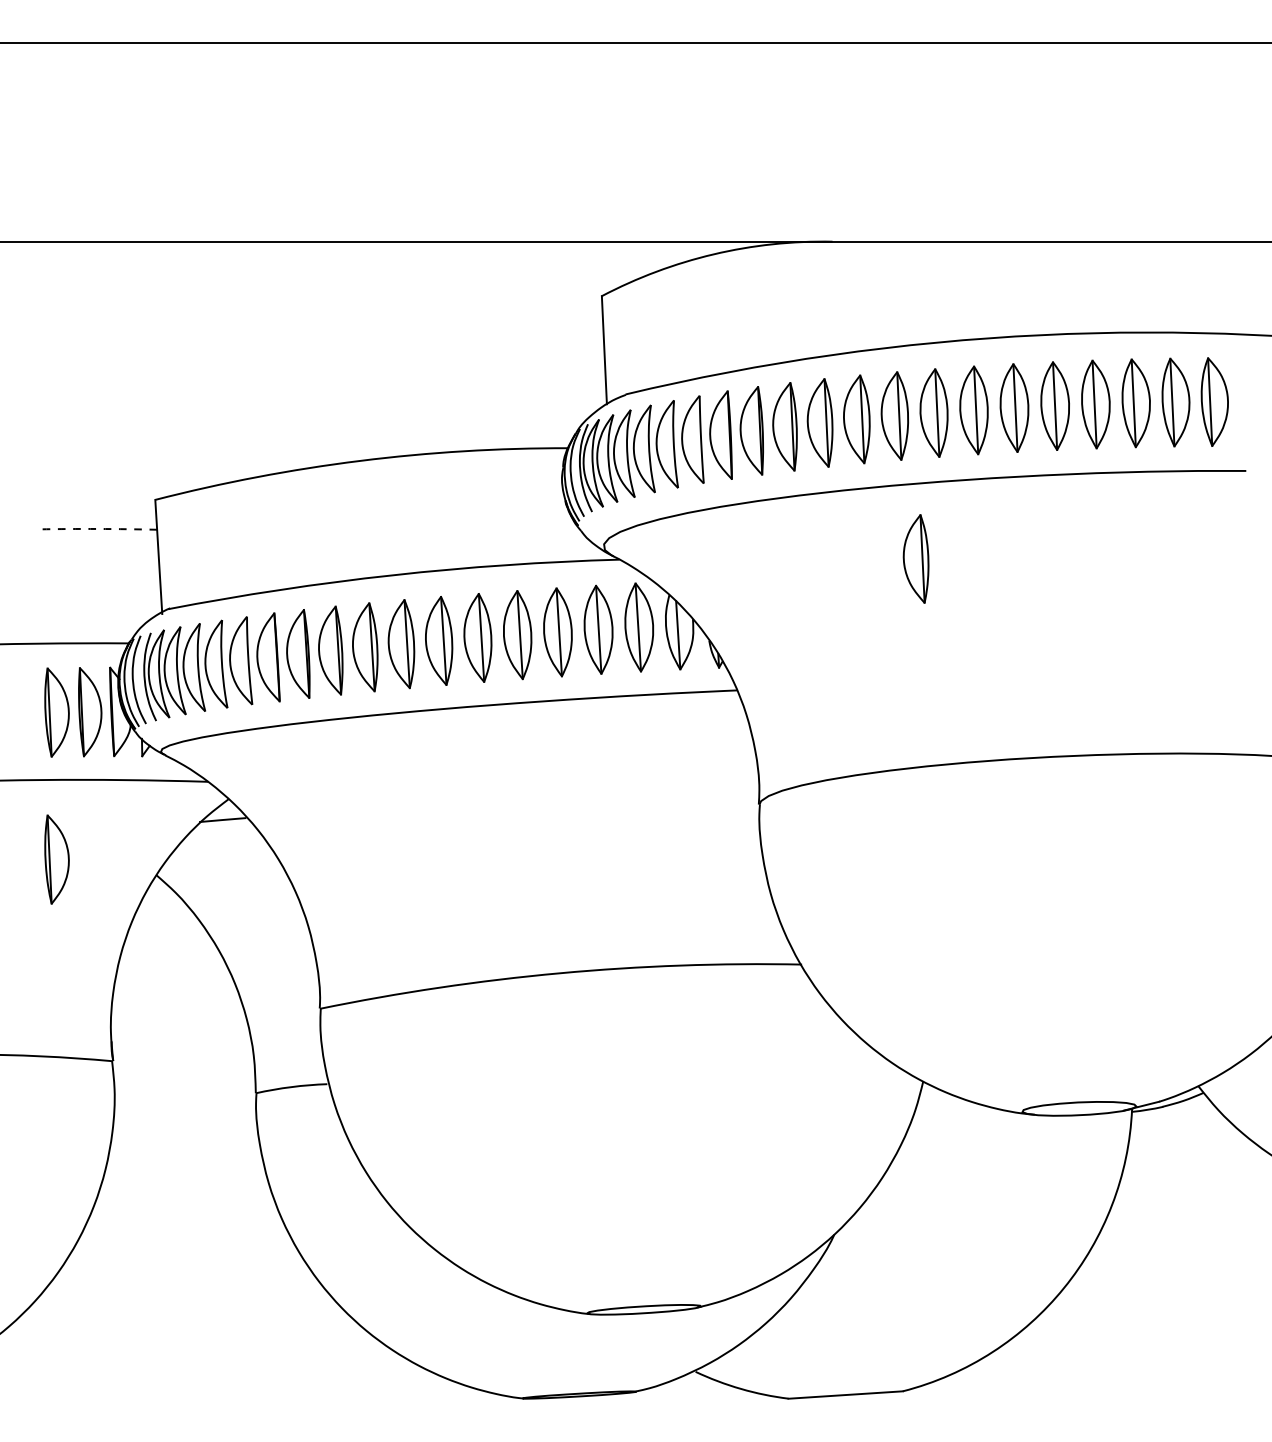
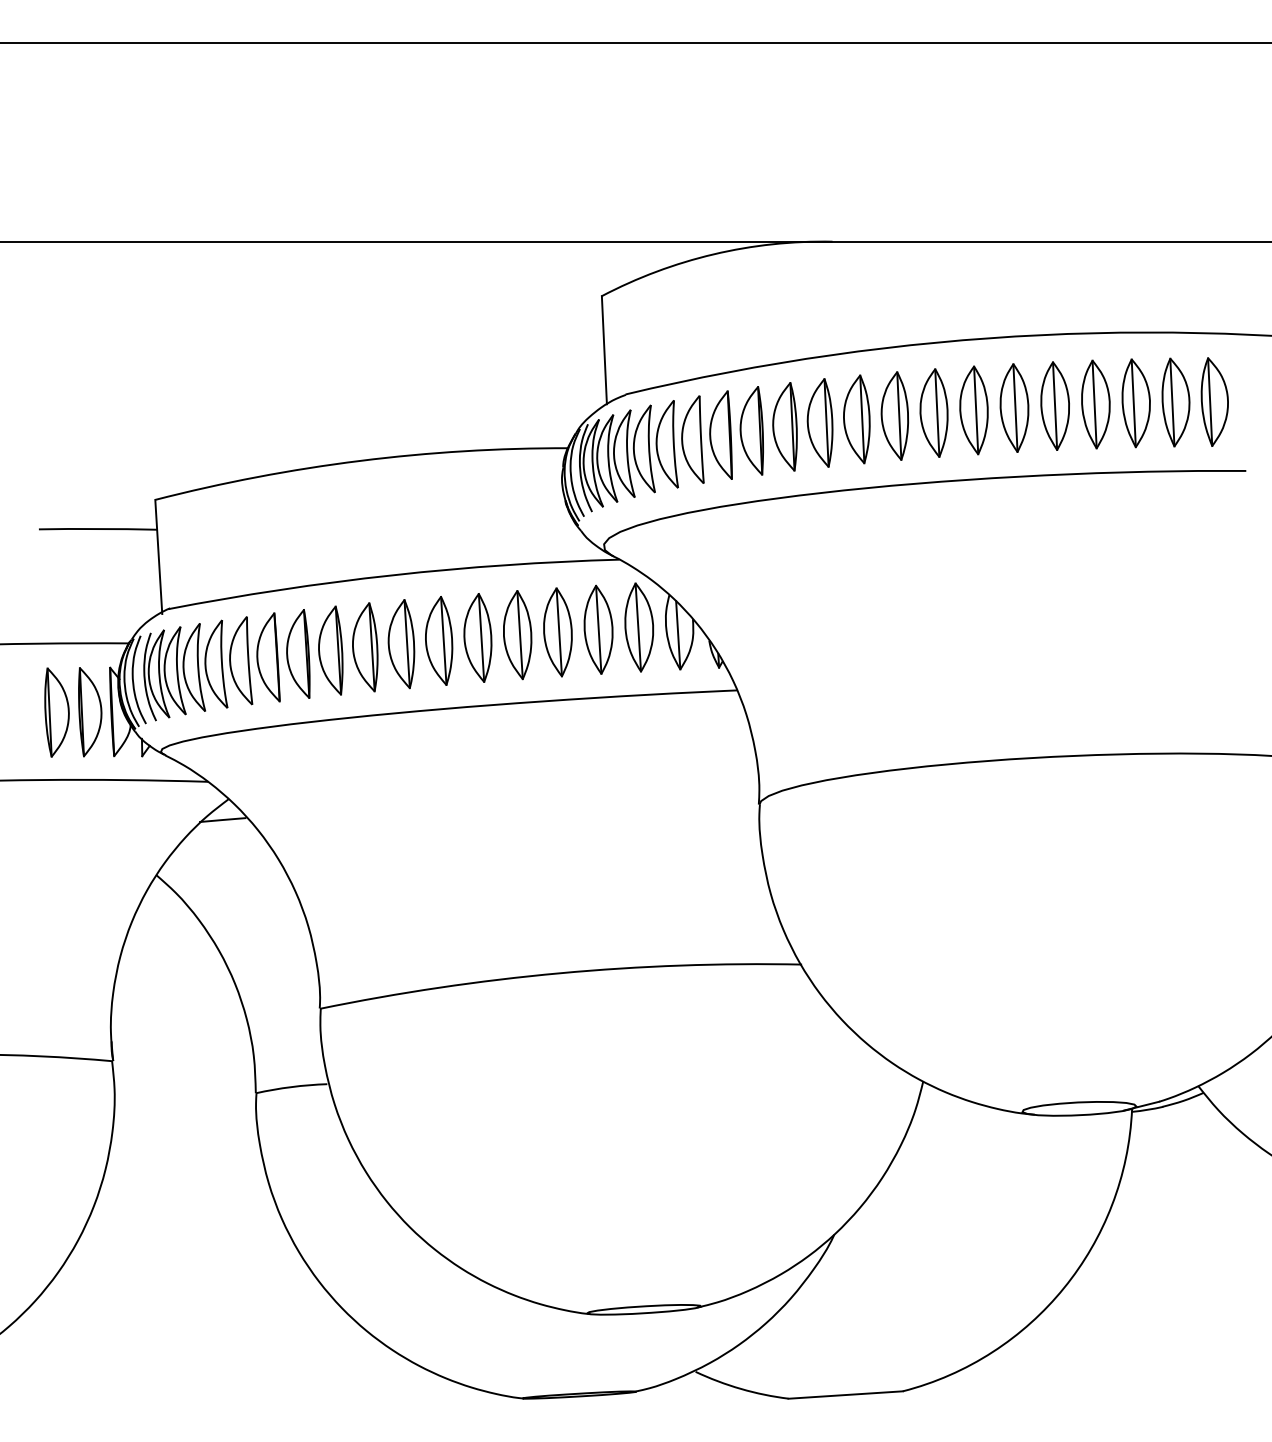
arc at (98, 528): dashed -> solid
part at (915, 558): present -> none
part at (56, 859): present -> none
